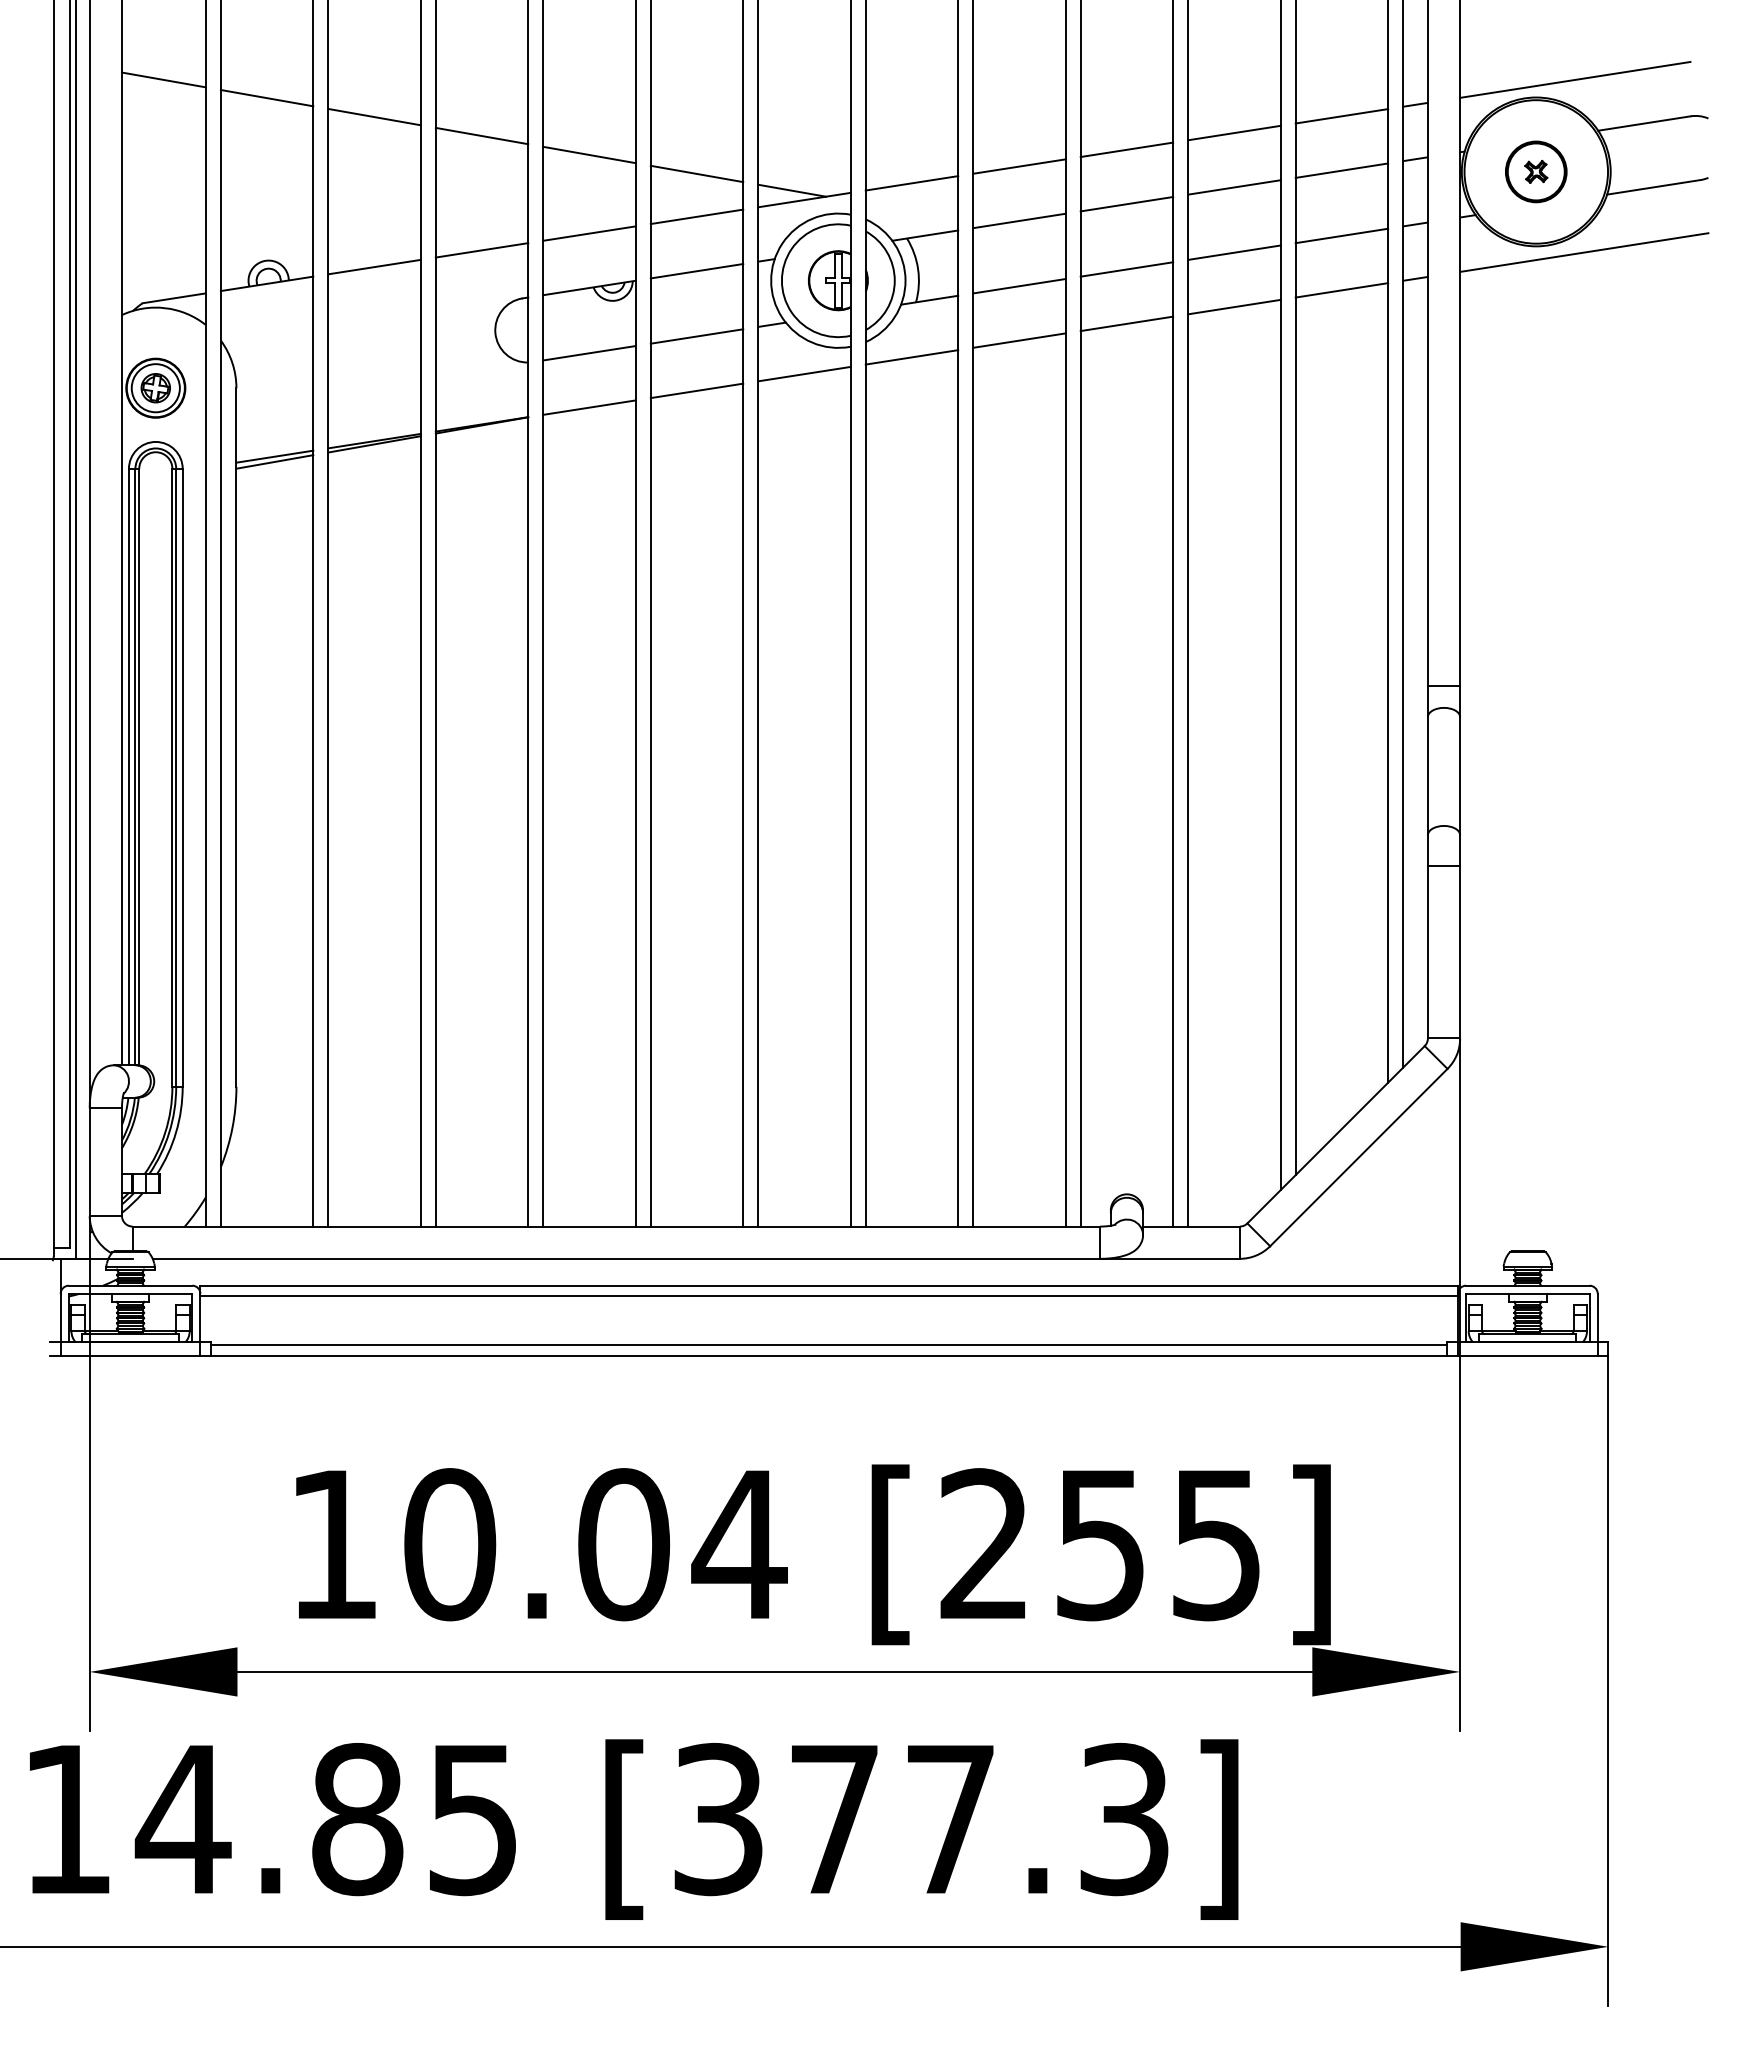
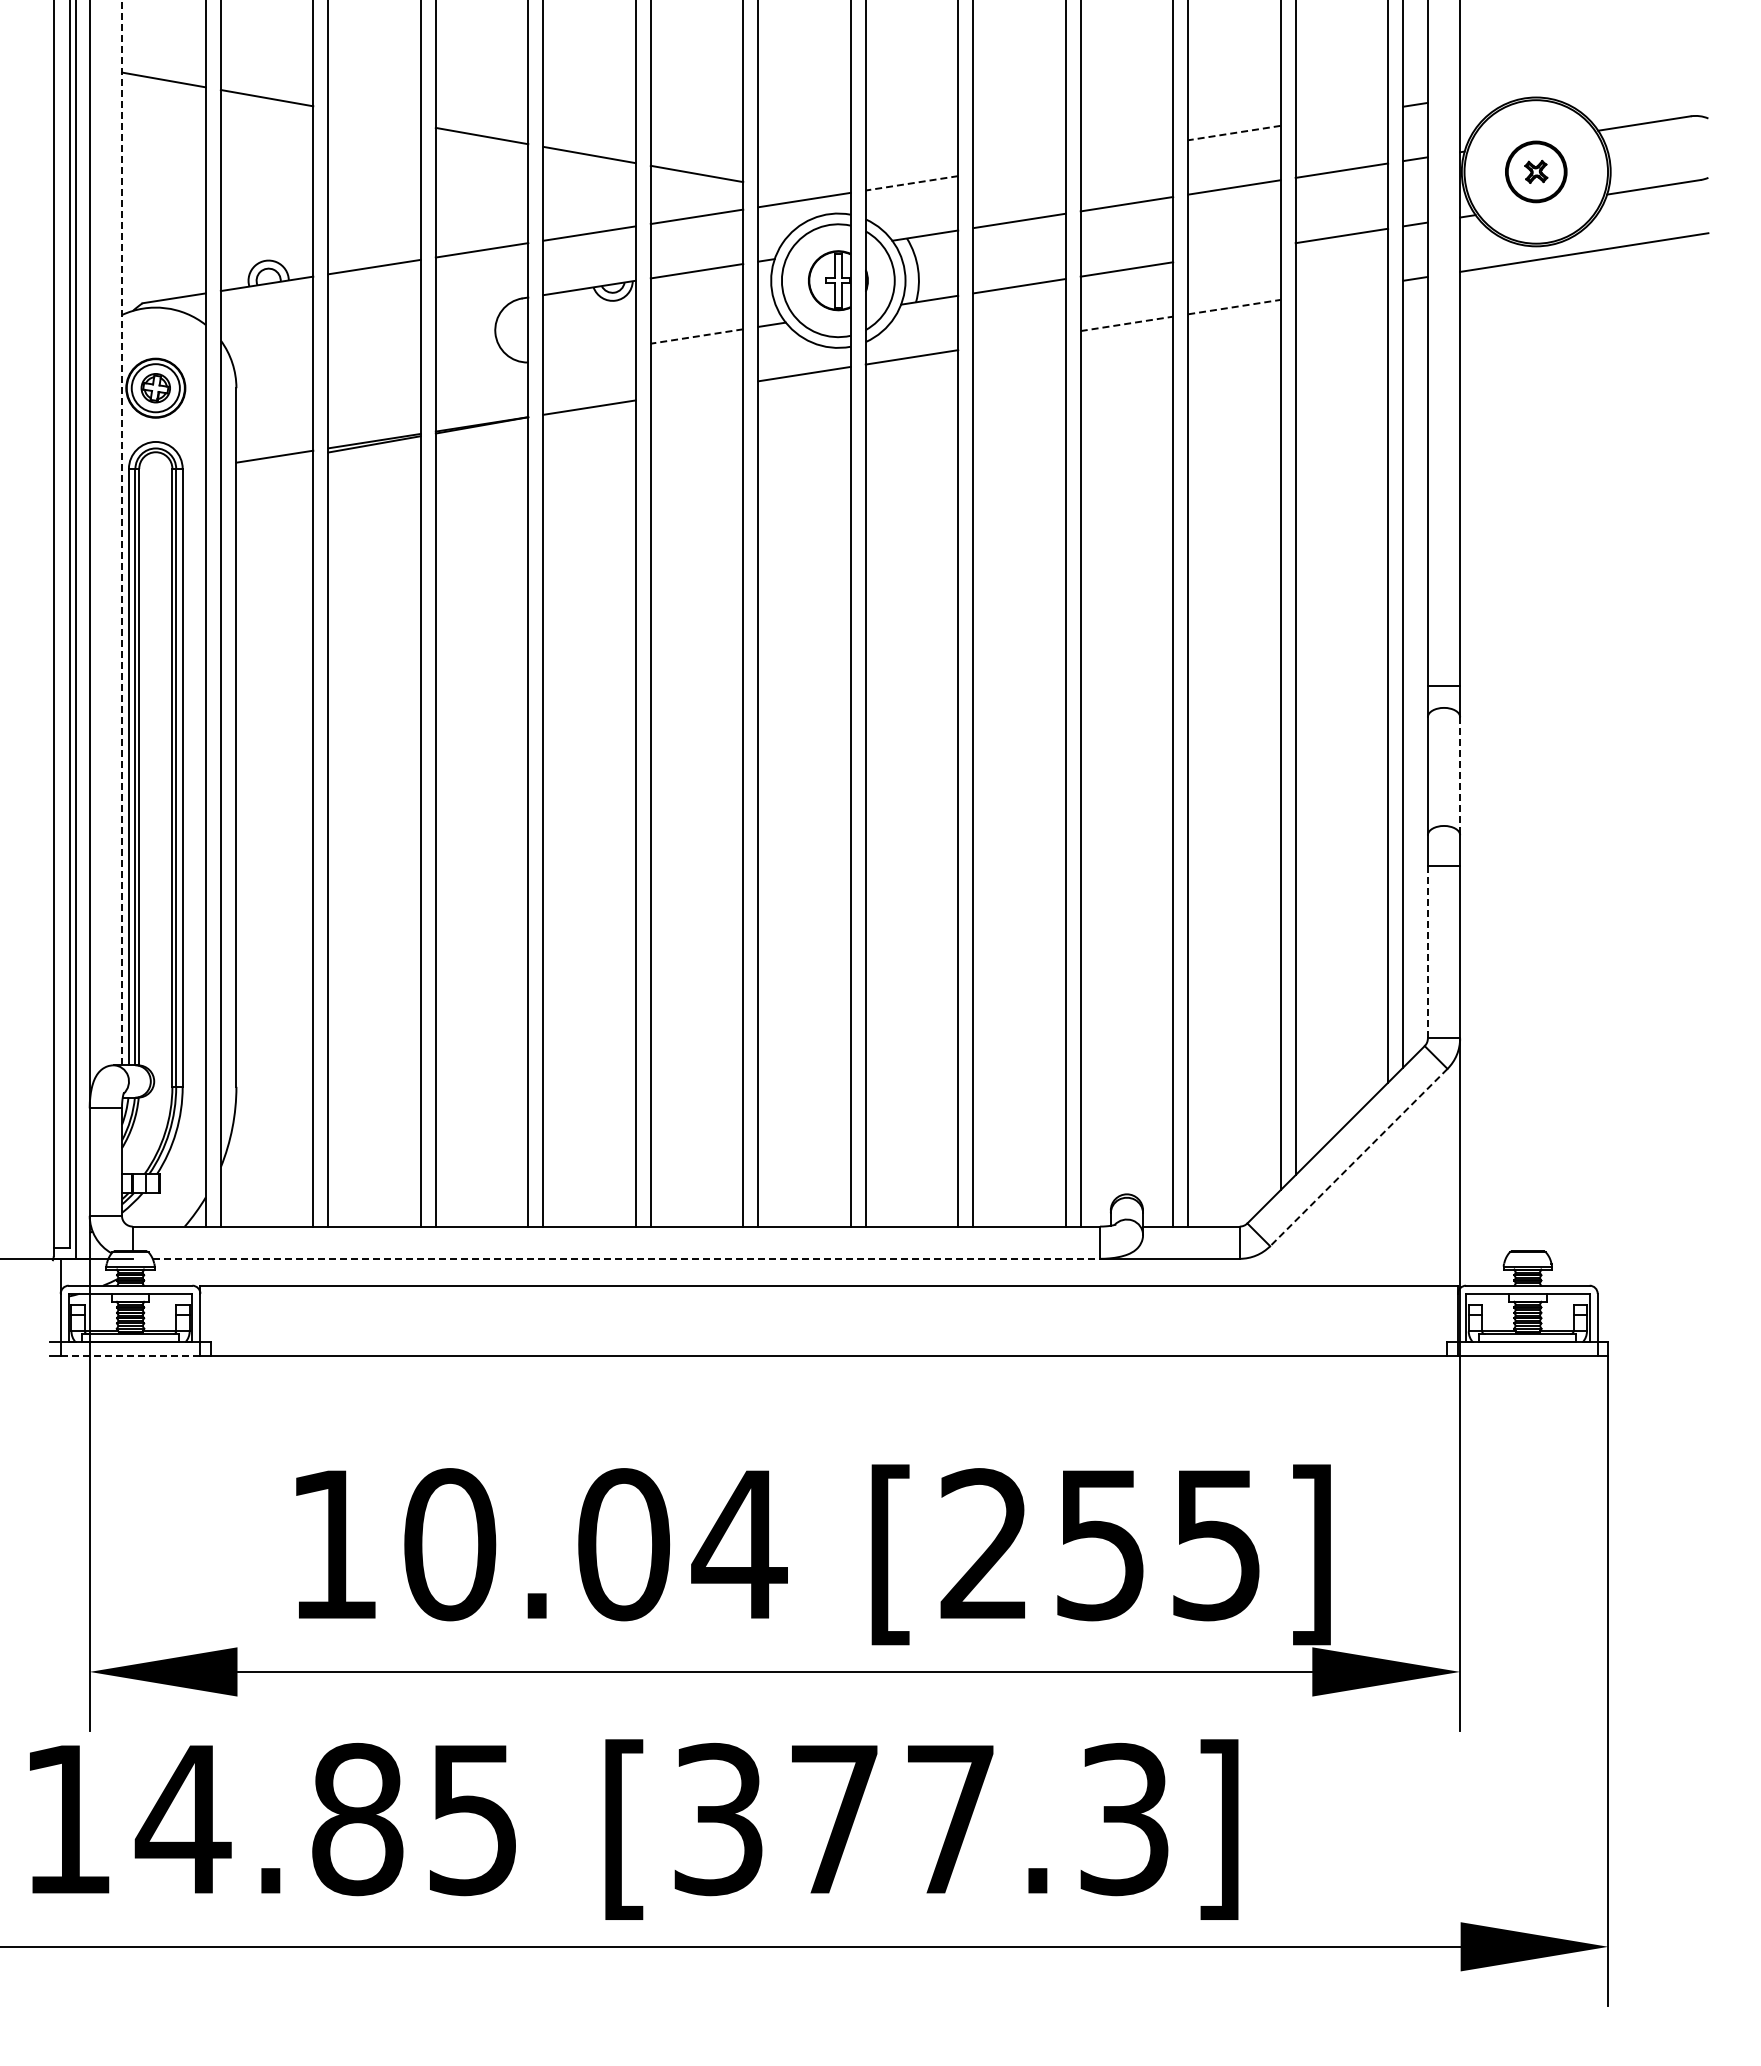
line at (1575, 79): present -> none
line at (374, 116): present -> none
line at (1341, 116): present -> none
line at (1234, 133): solid -> dashed
line at (1126, 149): present -> none
line at (1019, 166): present -> none
line at (911, 183): solid -> dashed
line at (792, 190): present -> none
line at (1234, 252): present -> none
line at (1341, 290): present -> none
line at (1234, 307): solid -> dashed
line at (1126, 323): solid -> dashed
line at (697, 336): solid -> dashed
line at (1019, 340): present -> none
line at (589, 353): present -> none
line at (696, 390): present -> none
line at (274, 461): present -> none
line at (121, 532): solid -> dashed
line at (1460, 776): solid -> dashed
line at (1427, 952): solid -> dashed
line at (1358, 1157): solid -> dashed
line at (626, 1258): solid -> dashed
line at (828, 1296): present -> none
line at (829, 1344): present -> none
line at (130, 1355): solid -> dashed
